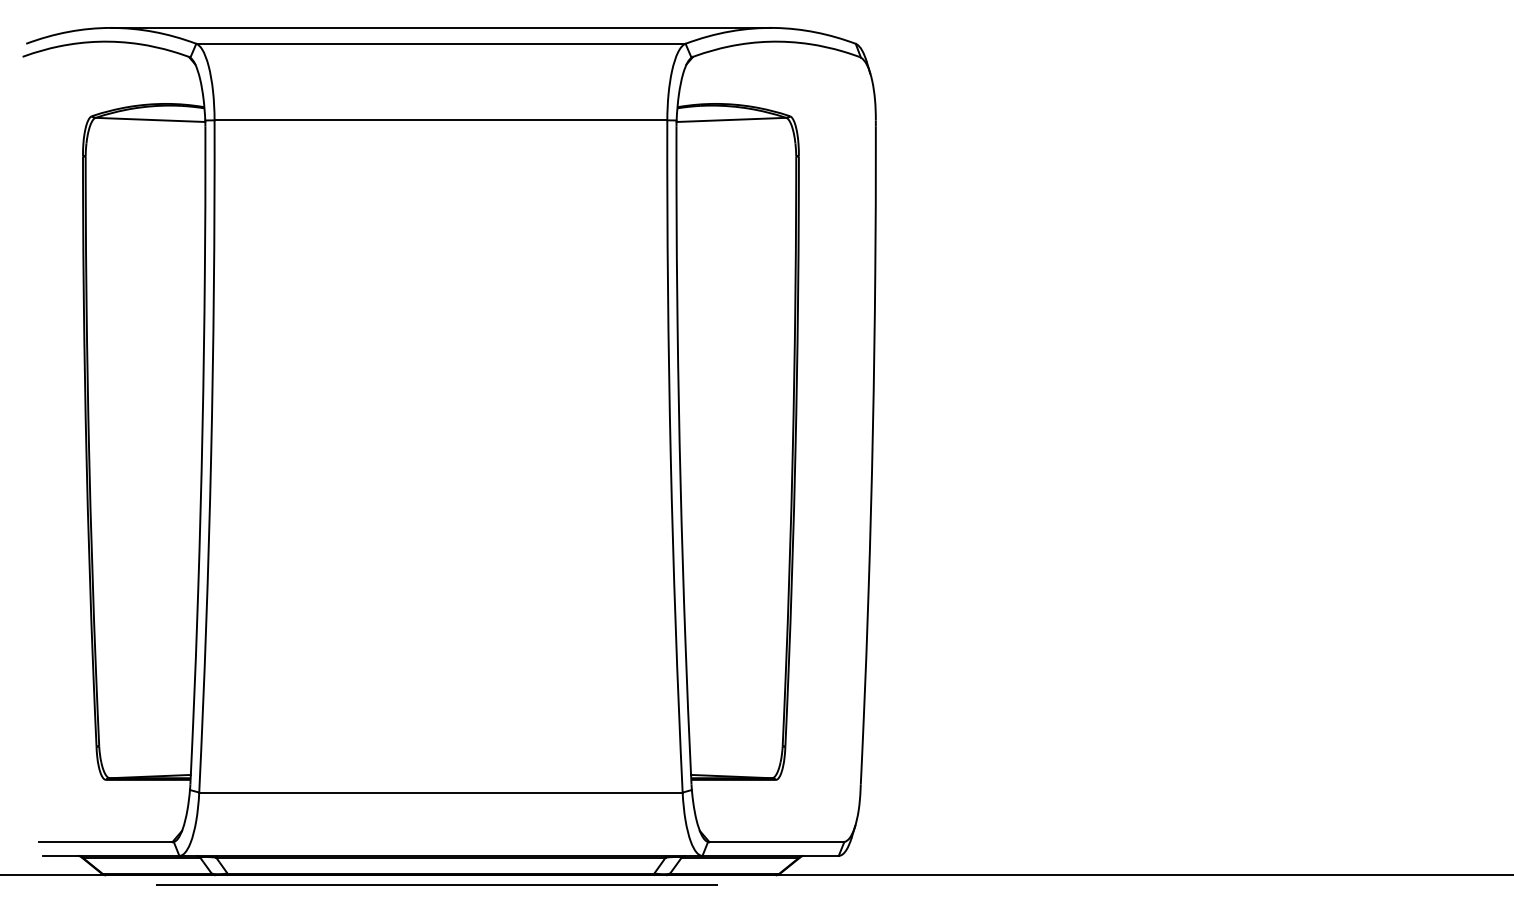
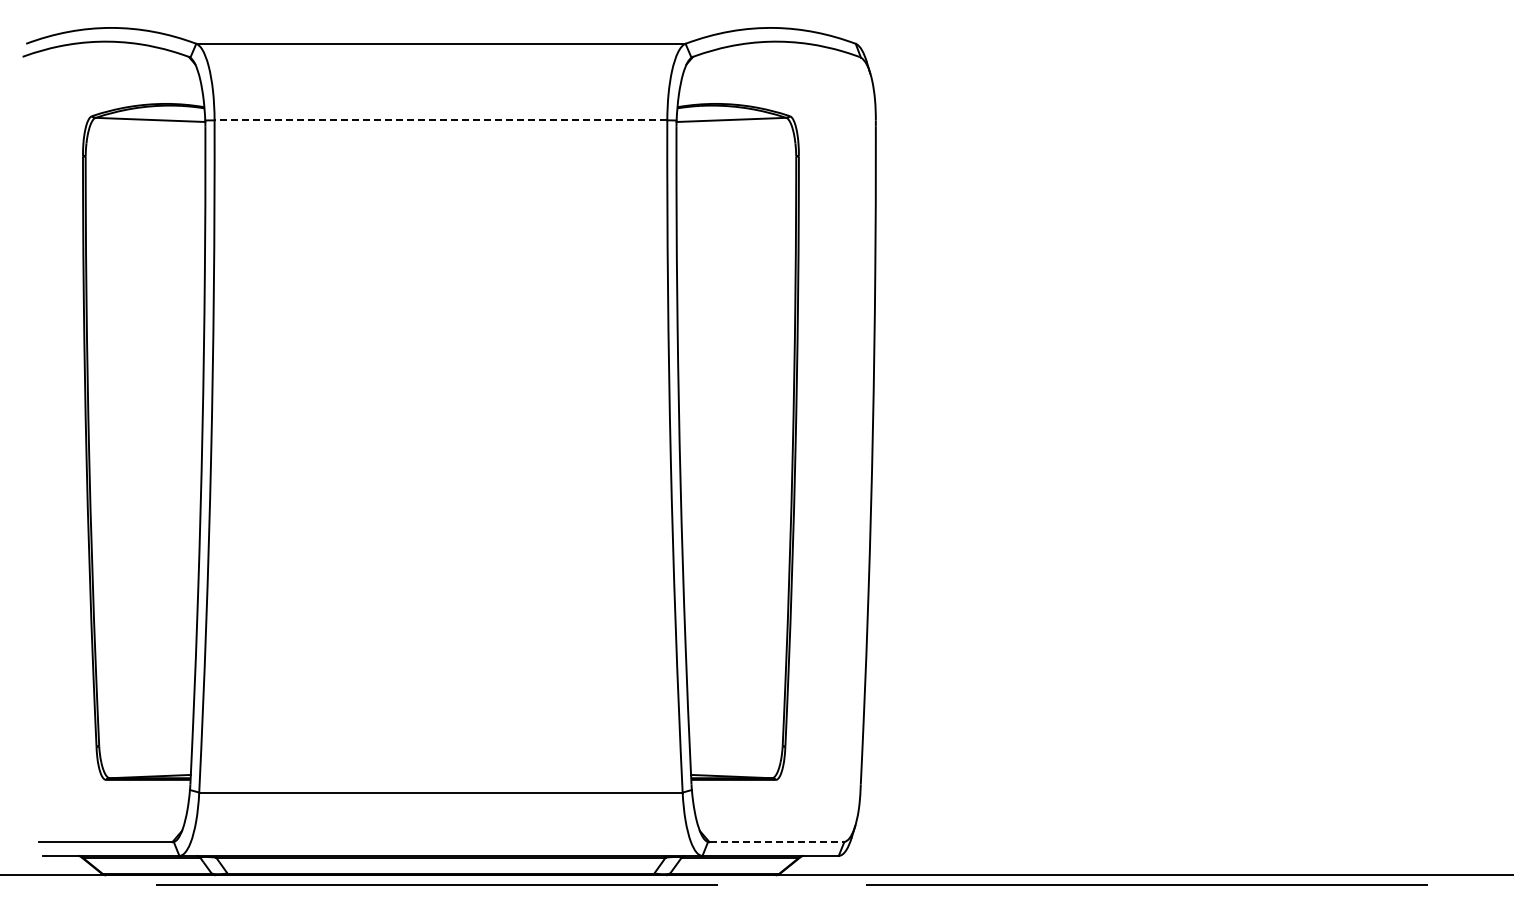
line at (440, 27): present -> none
line at (440, 120): solid -> dashed
line at (776, 842): solid -> dashed
line at (1146, 884): none -> present
